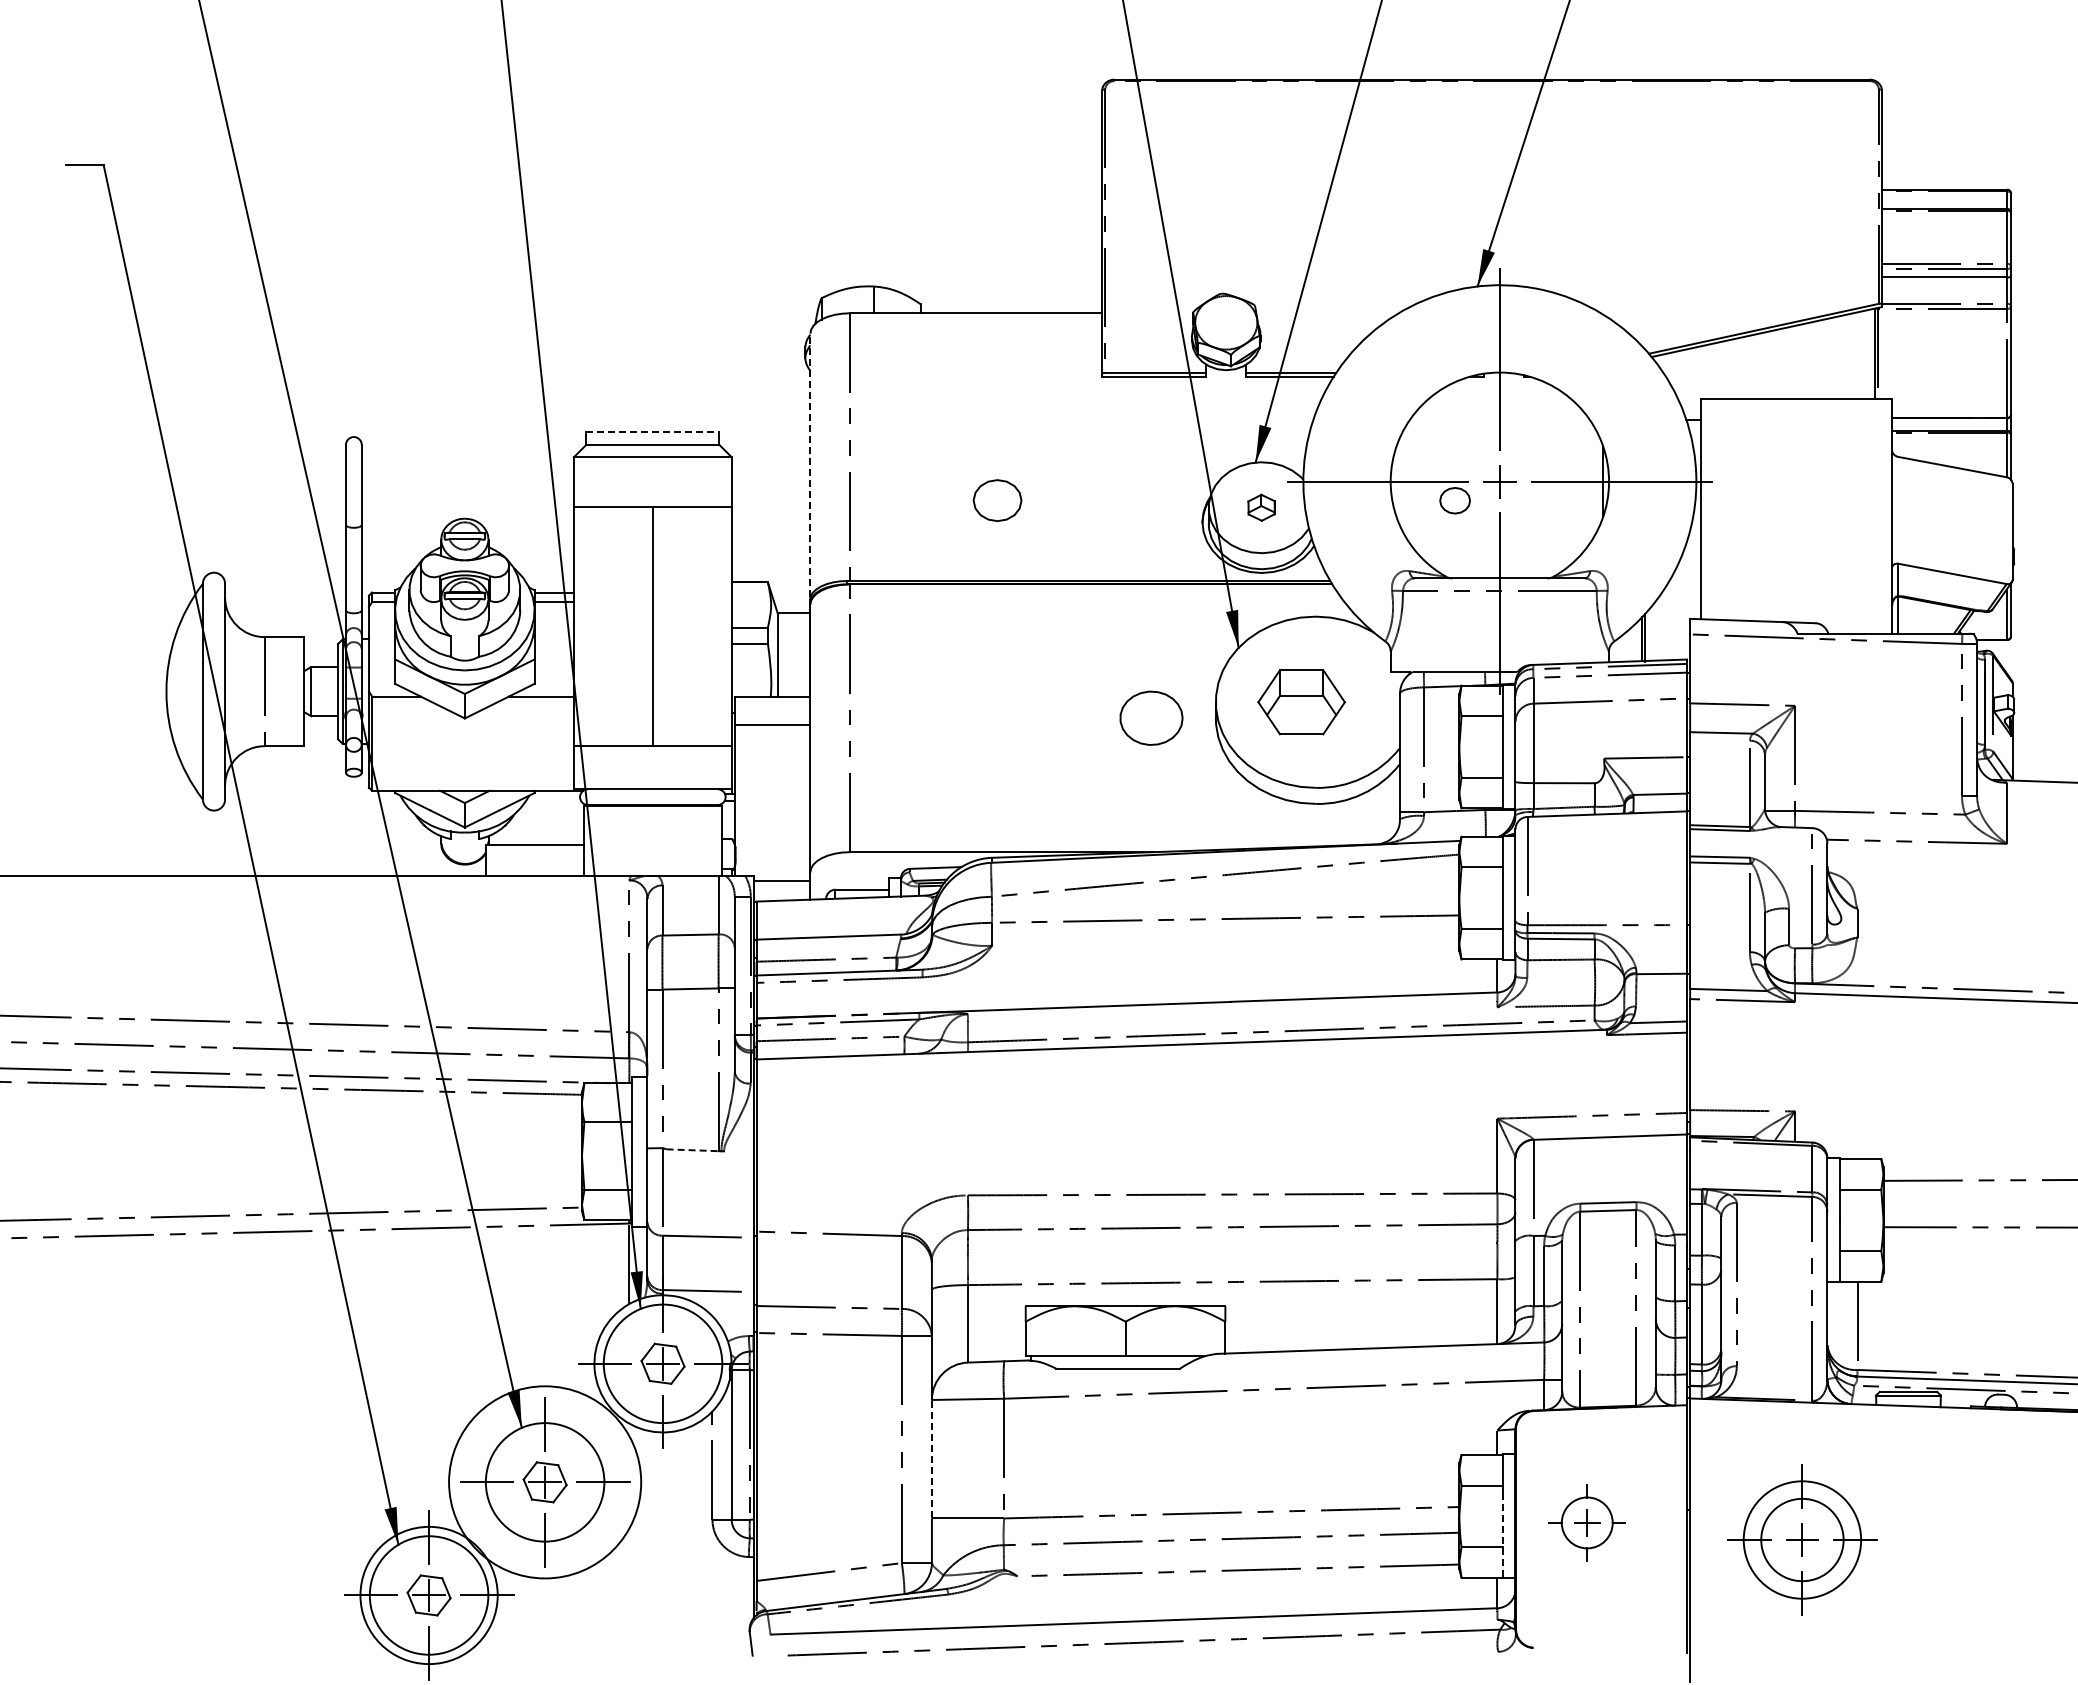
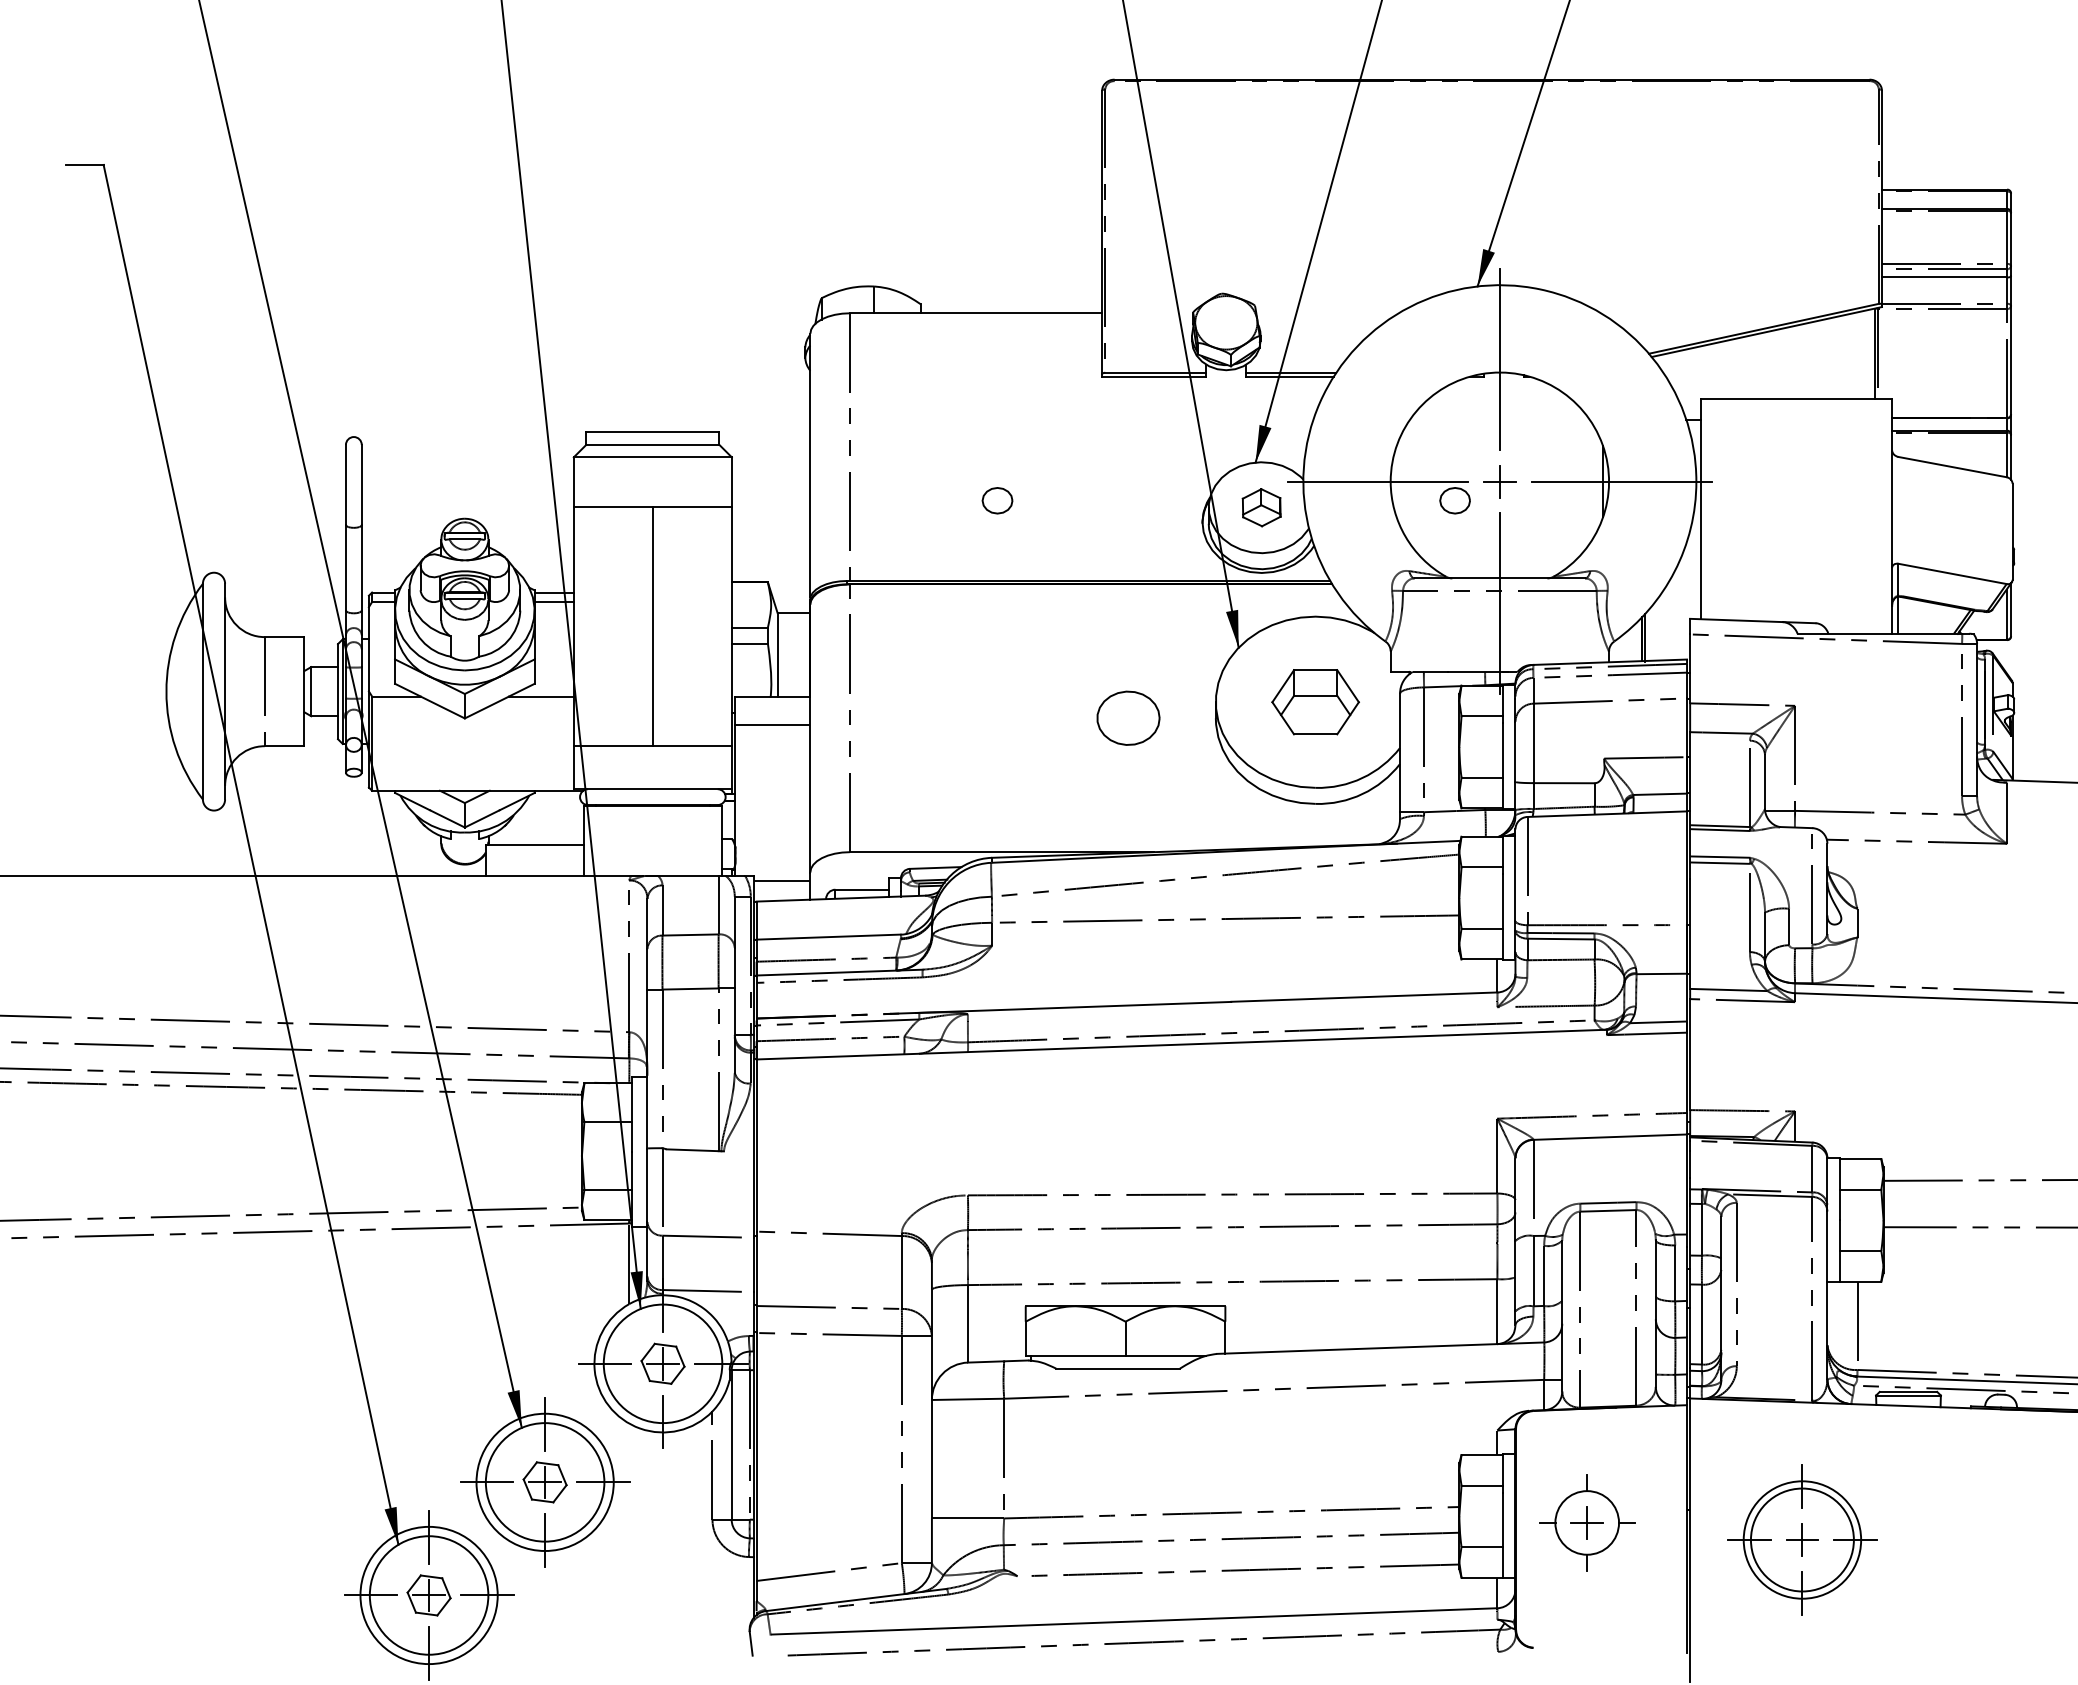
line at (652, 432): dashed -> solid
line at (810, 465): dashed -> solid
part at (997, 500) size: 51x43 px -> 33x28 px
part at (1261, 507) size: 29x29 px -> 41x40 px
part at (1301, 702) position: (1301, 702) -> (1315, 702)
part at (1151, 717) position: (1151, 717) -> (1128, 717)
line at (693, 1150): dashed -> solid
line at (931, 1458): dashed -> solid
circle at (545, 1482) diameter: 192 px -> 137 px
part at (1586, 1522) size: 78x78 px -> 97x98 px
line at (1502, 1535): dashed -> solid
circle at (1802, 1539) diameter: 82 px -> 103 px
